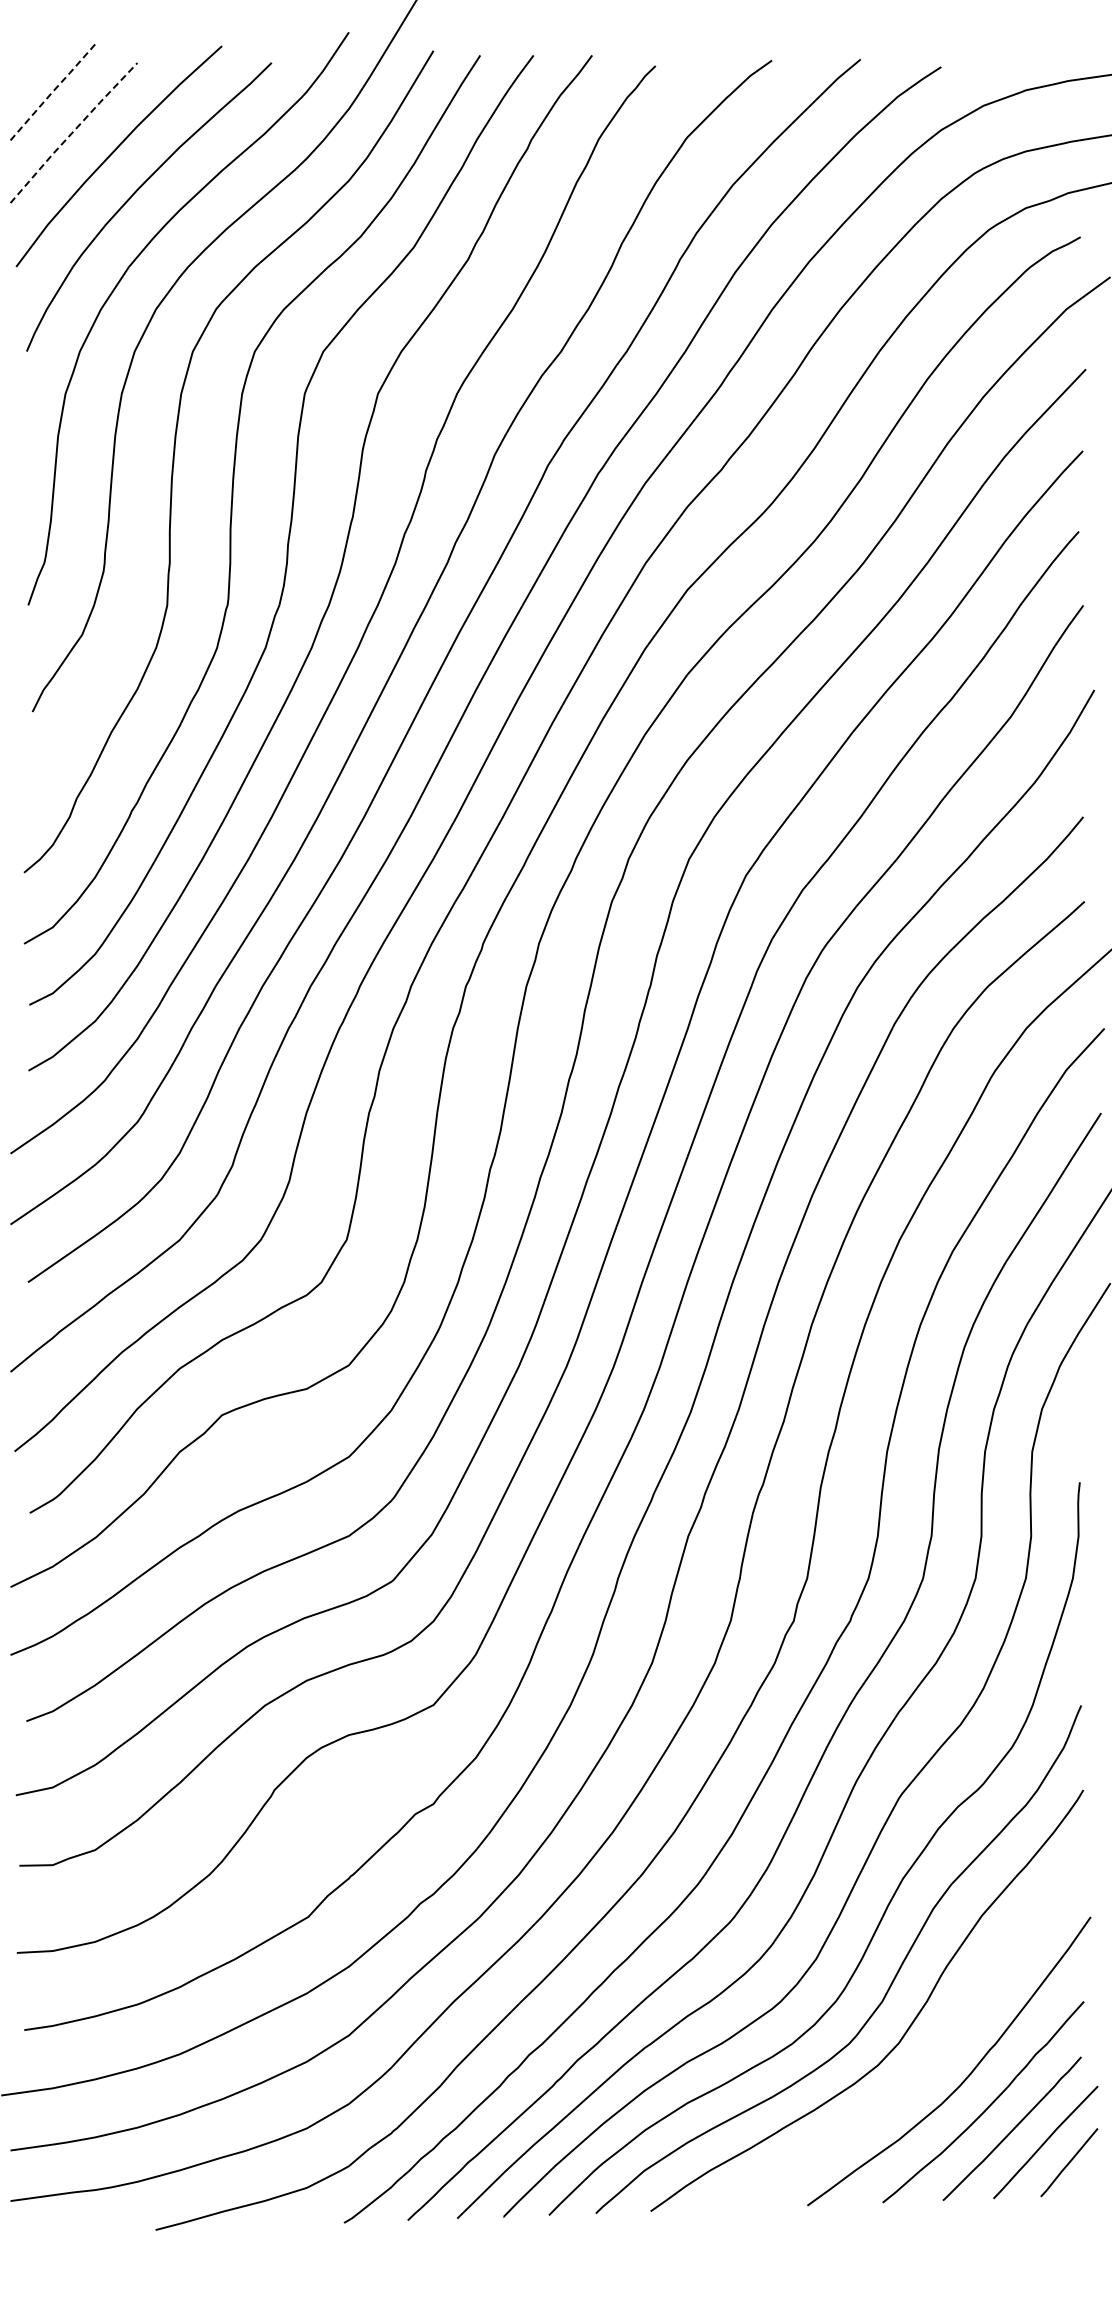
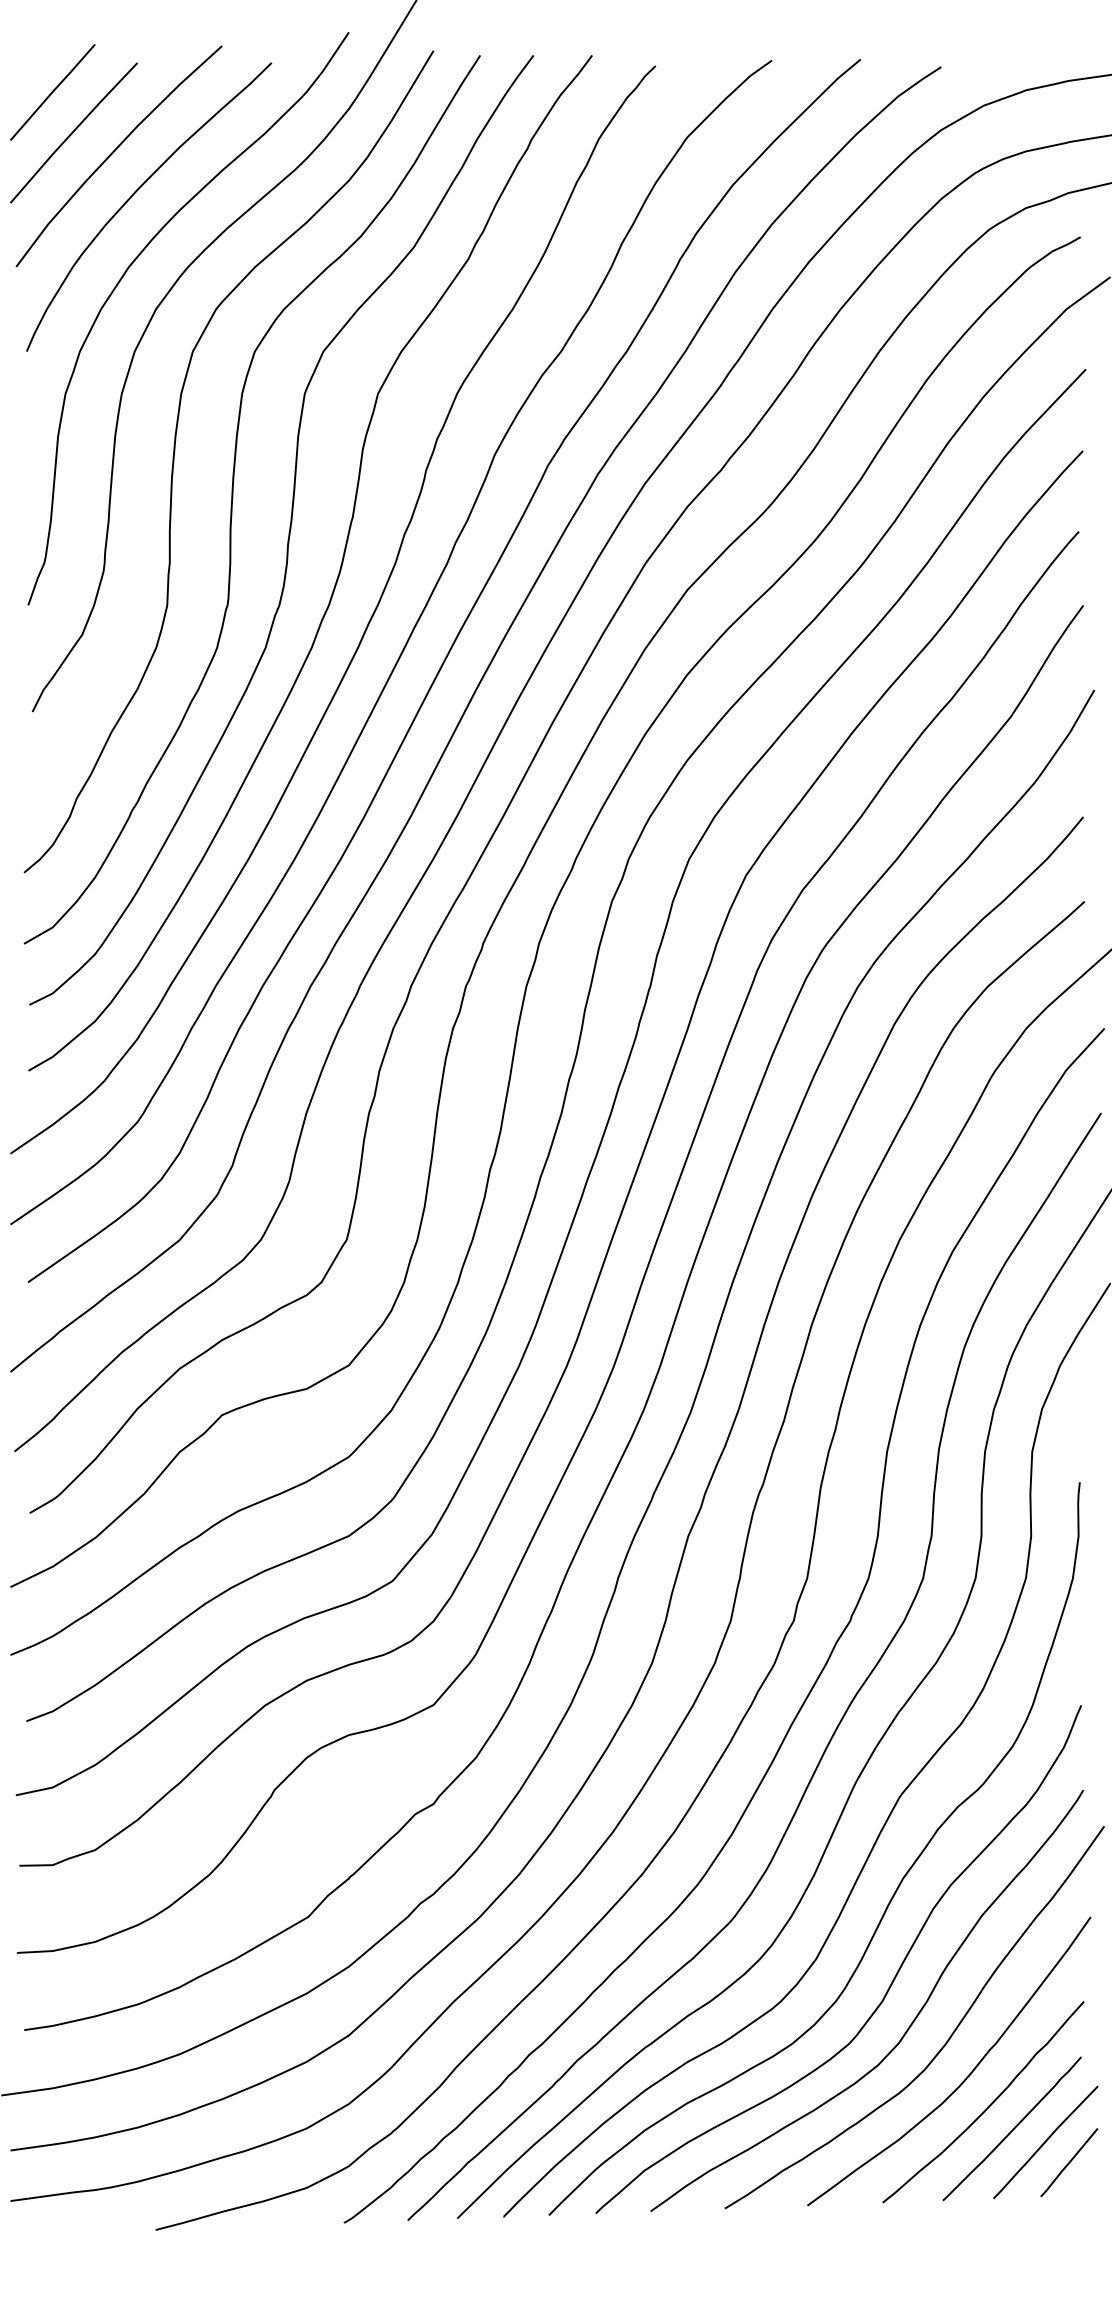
line at (52, 91): dashed -> solid
line at (73, 132): dashed -> solid
curve at (947, 2039): none -> present
